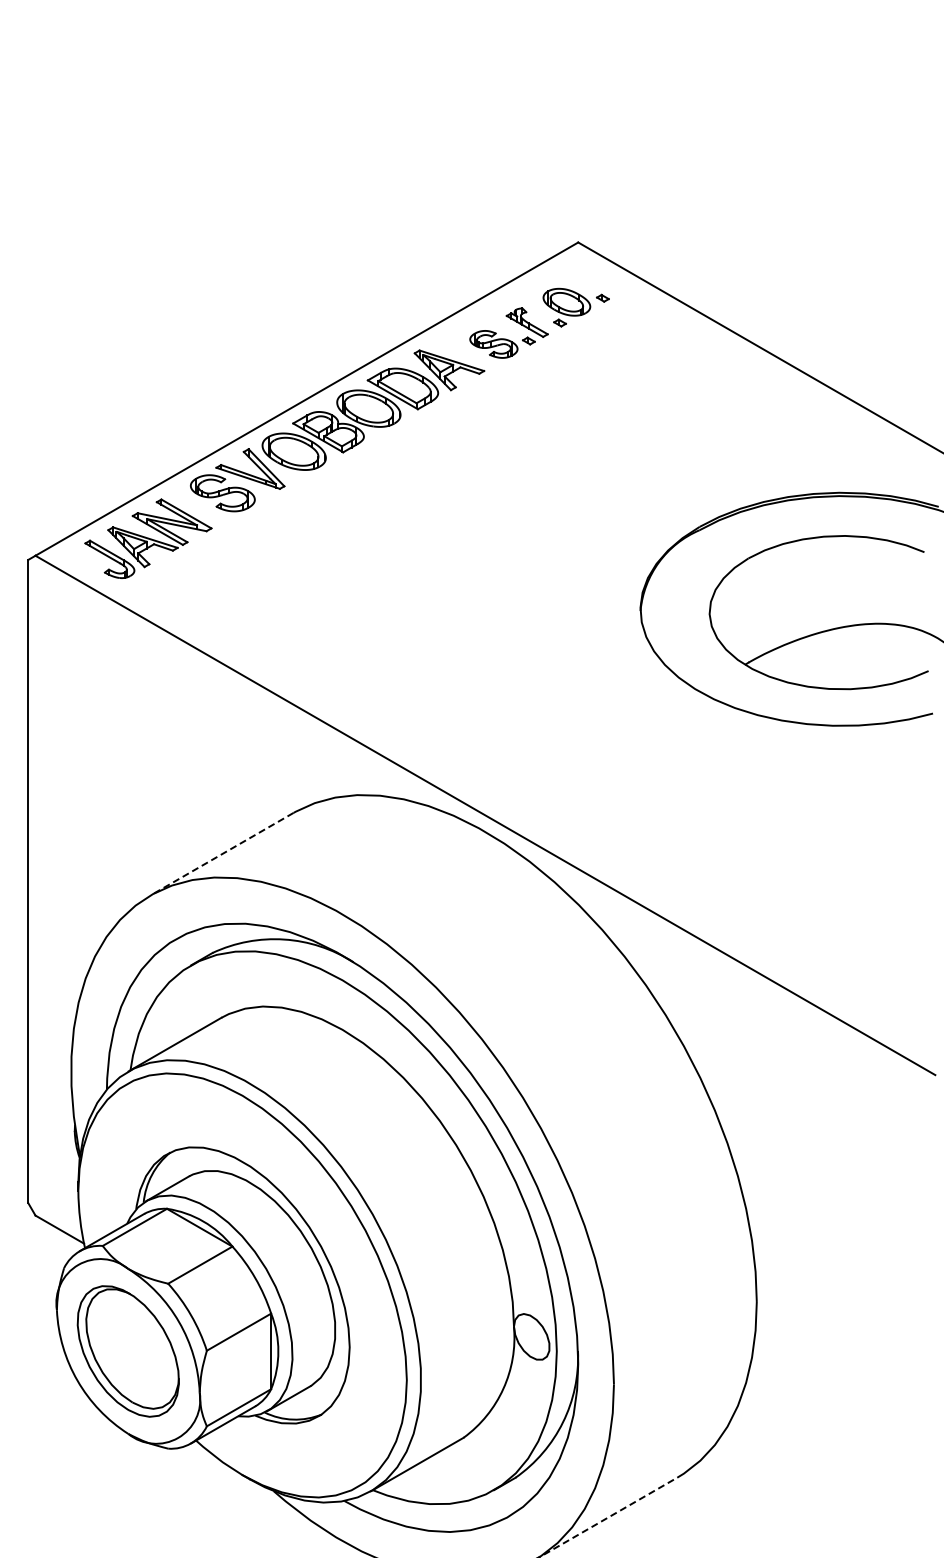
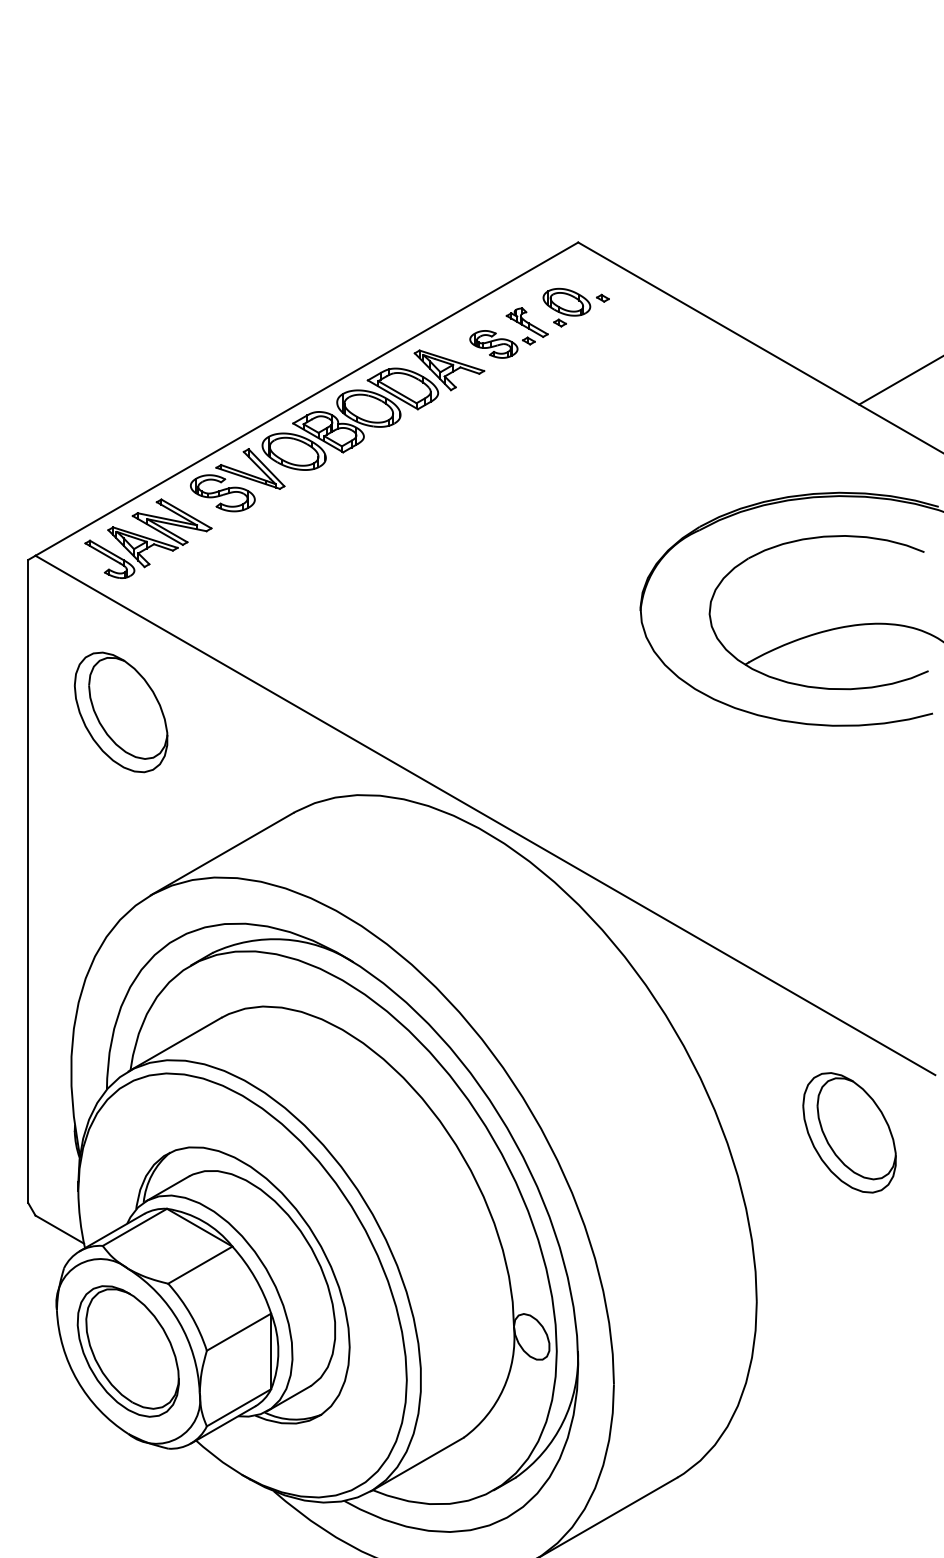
line at (899, 380): none -> present
part at (120, 712): none -> present
line at (221, 854): dashed -> solid
part at (849, 1132): none -> present
line at (608, 1517): dashed -> solid
